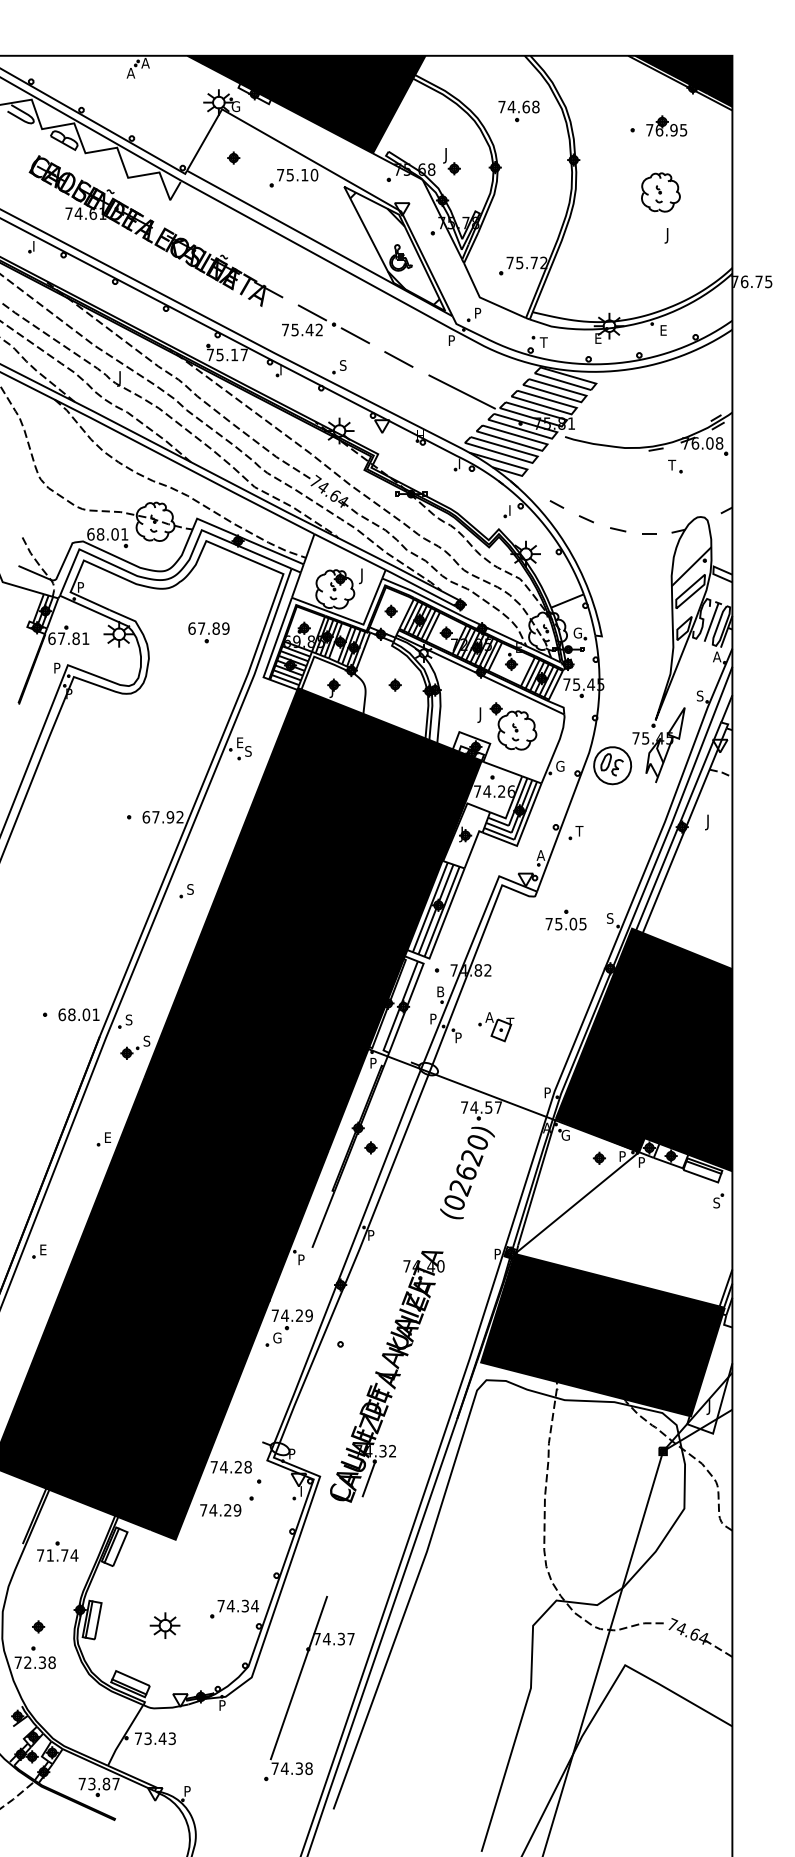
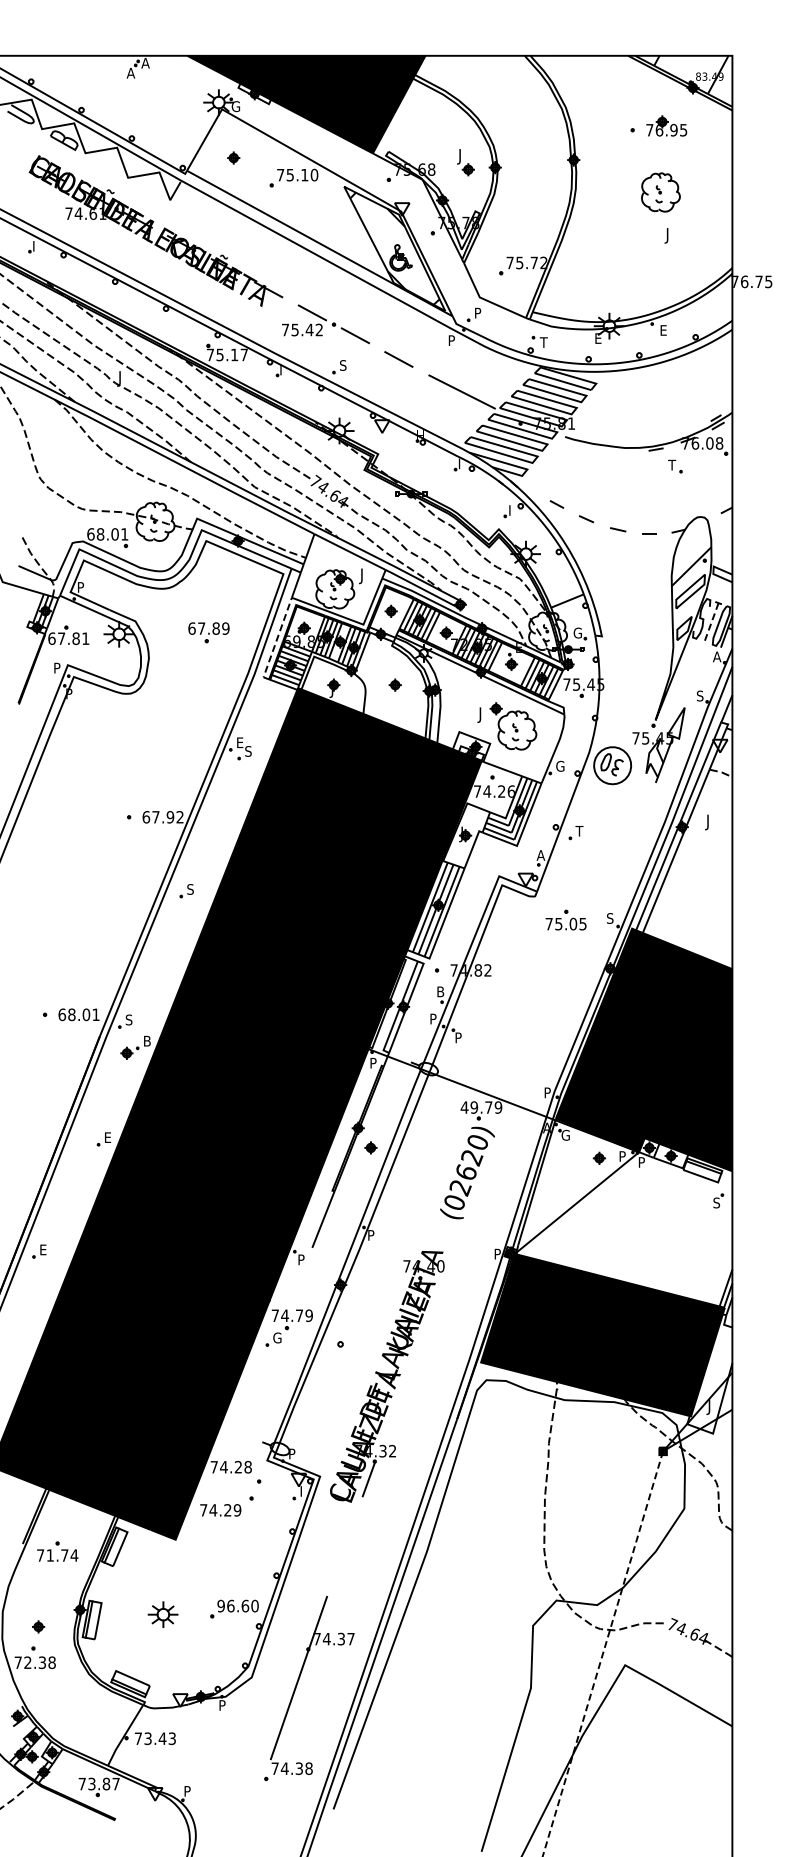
fill at (683, 80): present -> none
part at (518, 111): present -> none
part at (451, 161) position: (451, 161) -> (465, 162)
line at (711, 622): solid -> dashed
line at (276, 640): solid -> dashed
part at (496, 1027): present -> none
text at (146, 1040): S -> B
text at (481, 1107): 74.57 -> 49.79
text at (298, 1315): 74.29 -> 74.79
text at (237, 1605): 74.34 -> 96.60
part at (164, 1625) position: (164, 1625) -> (162, 1614)
line at (602, 1654): solid -> dashed
